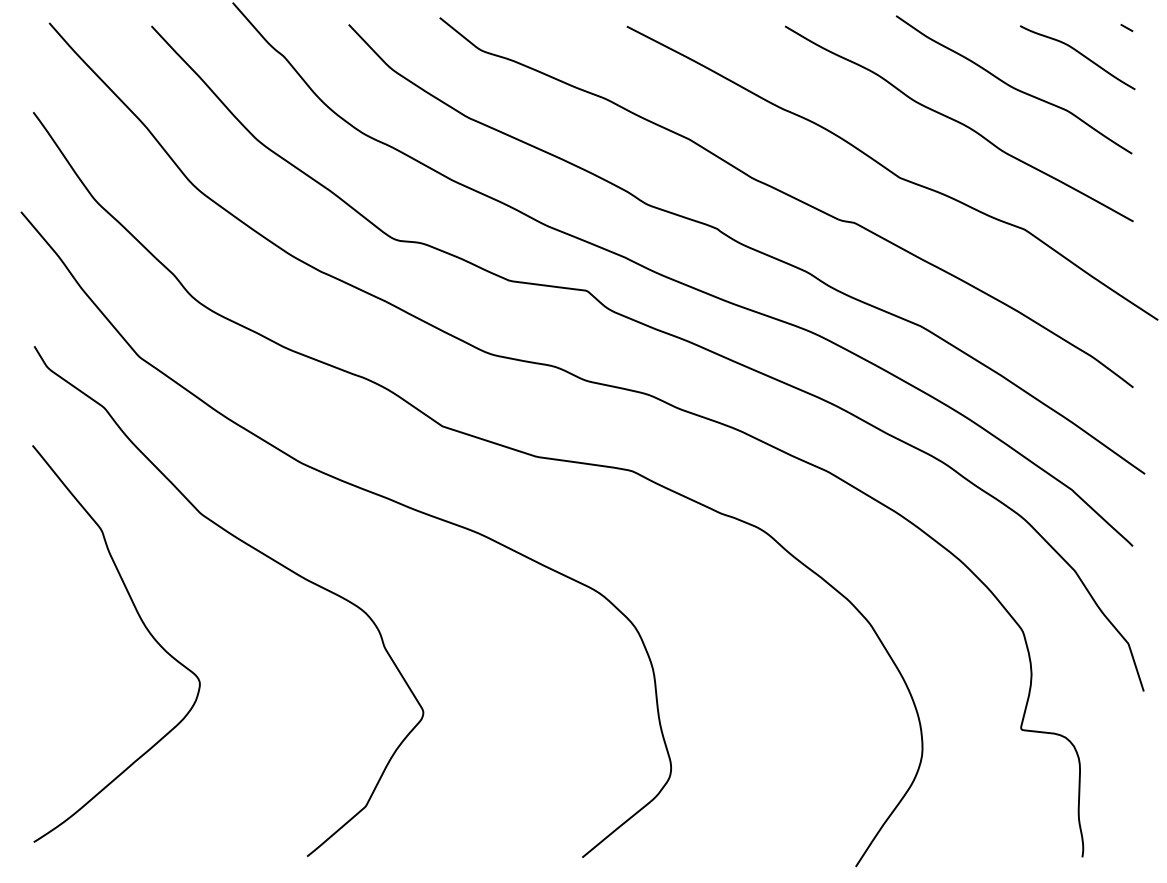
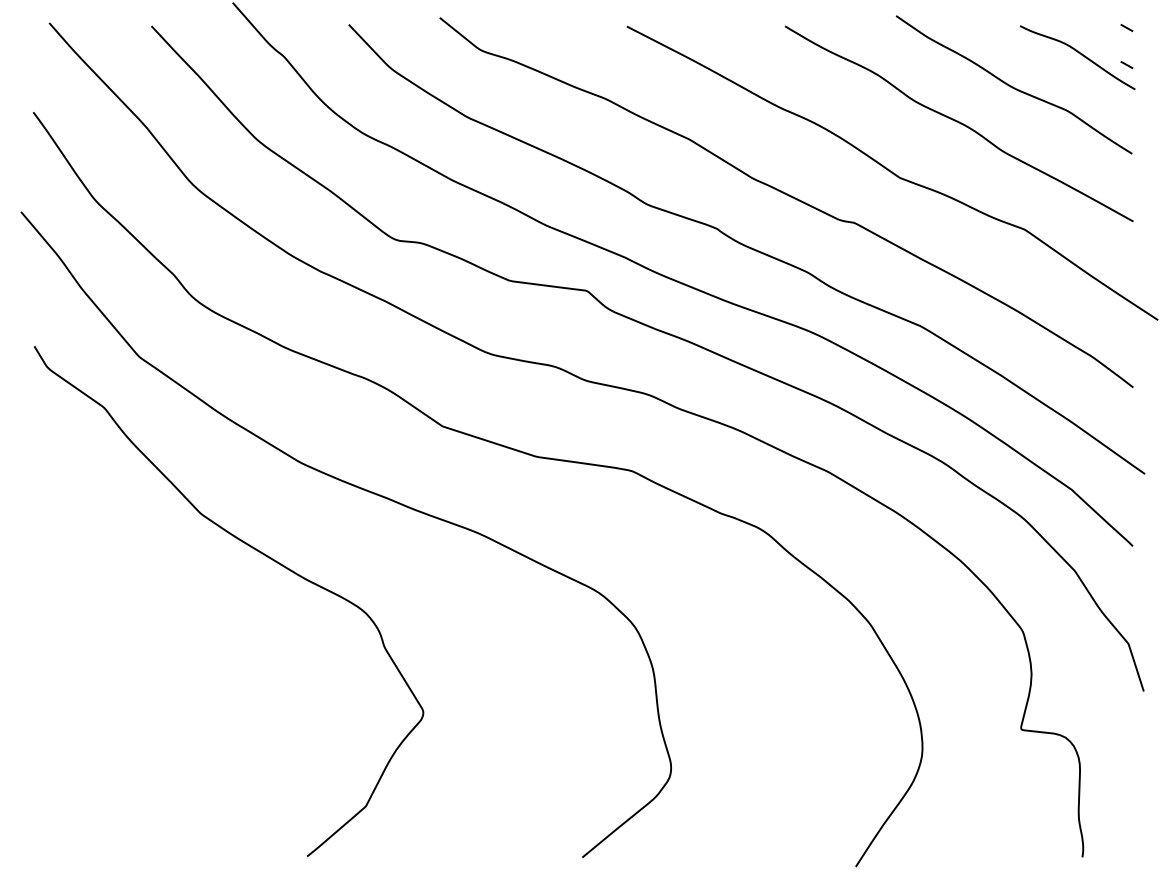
line at (1126, 64): none -> present
curve at (143, 625): present -> none
